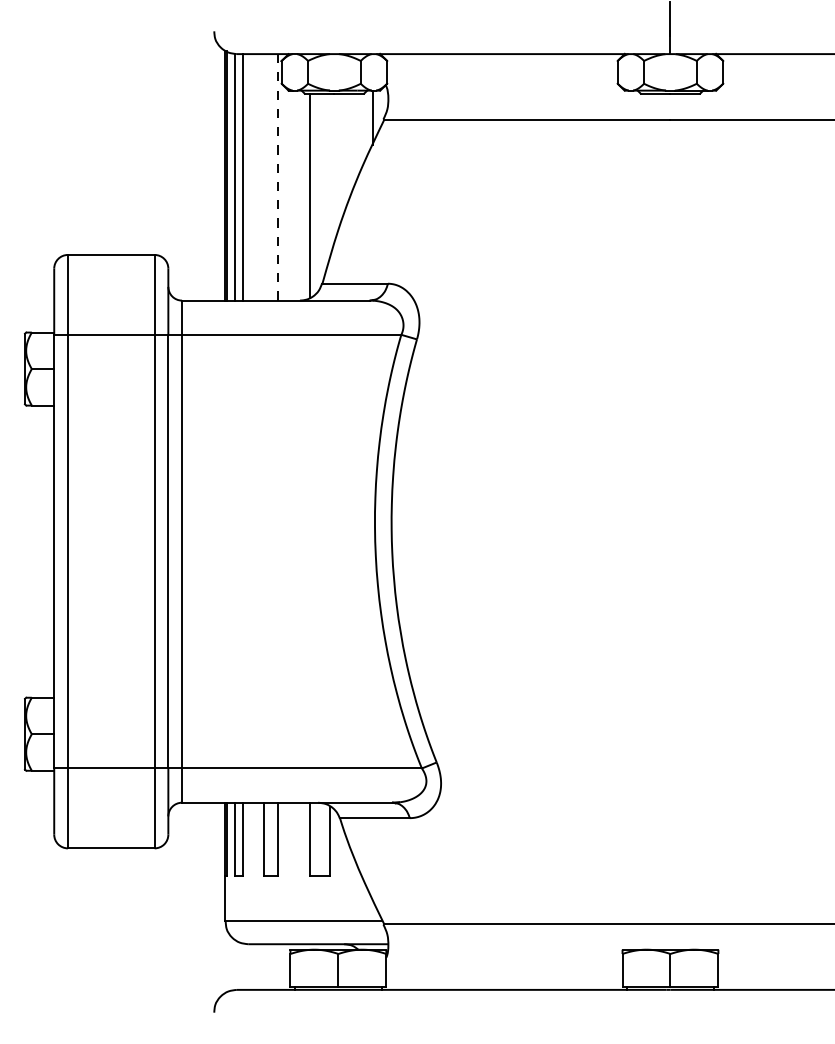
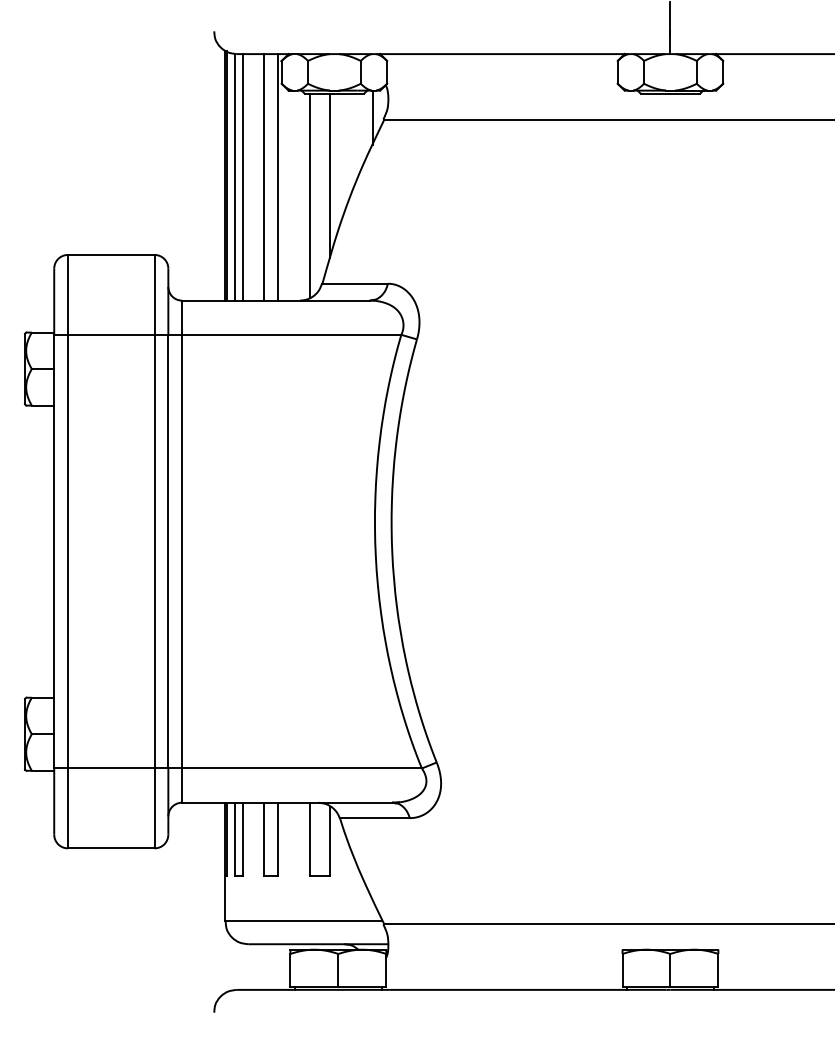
line at (330, 175): none -> present
line at (277, 176): dashed -> solid
line at (263, 177): none -> present
